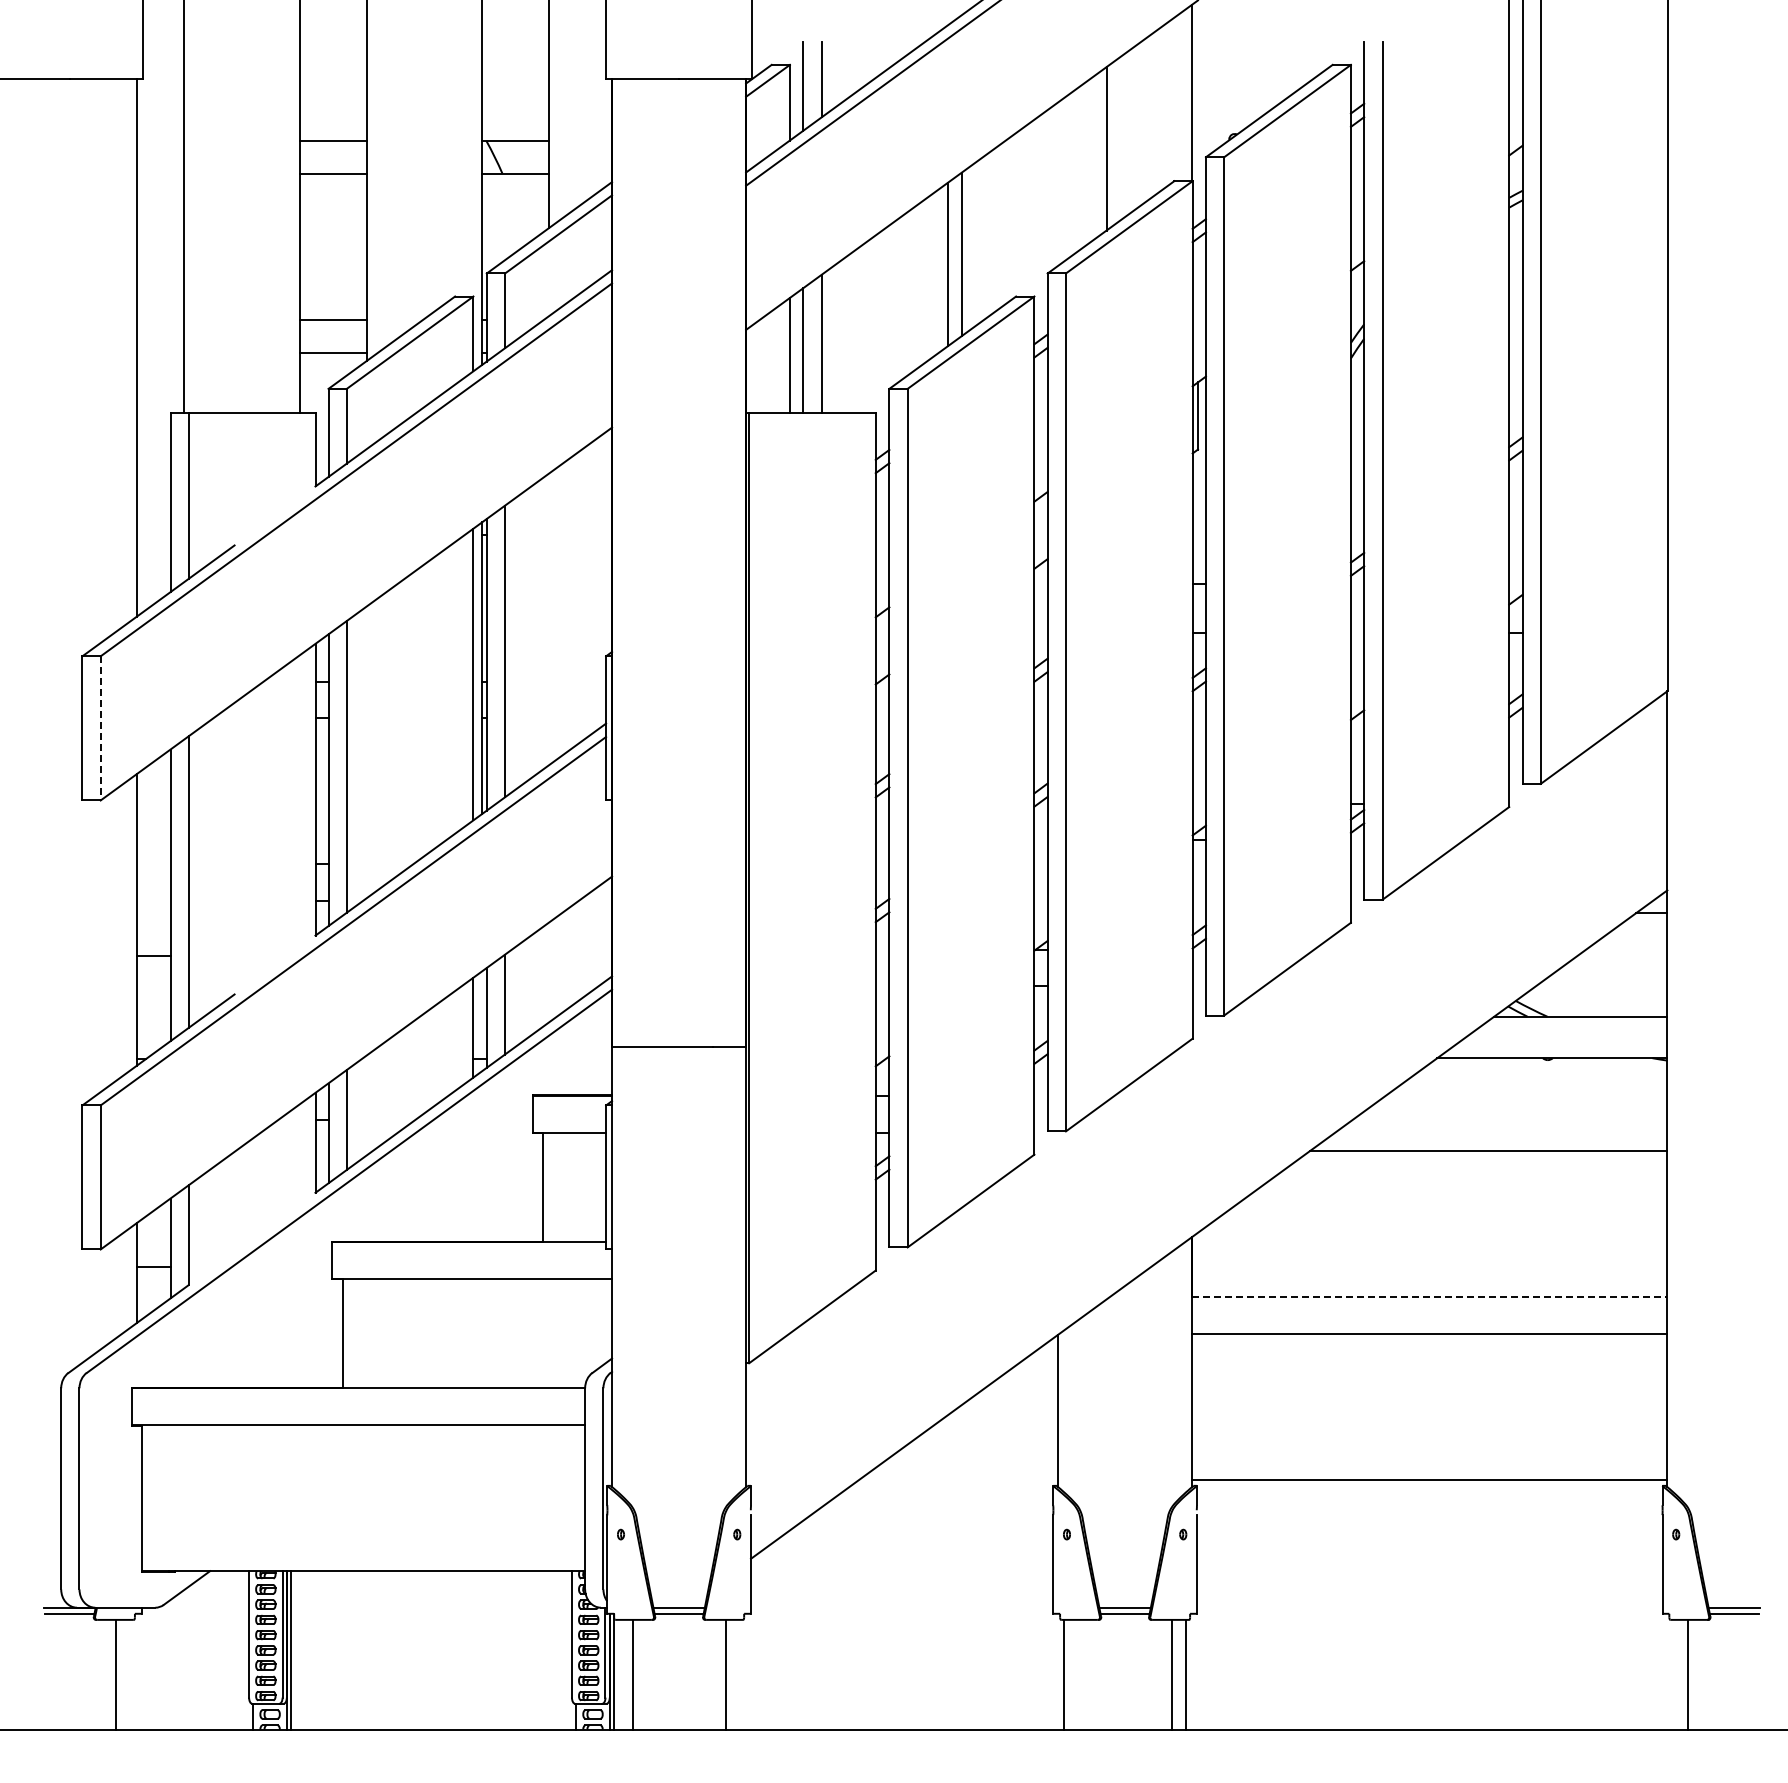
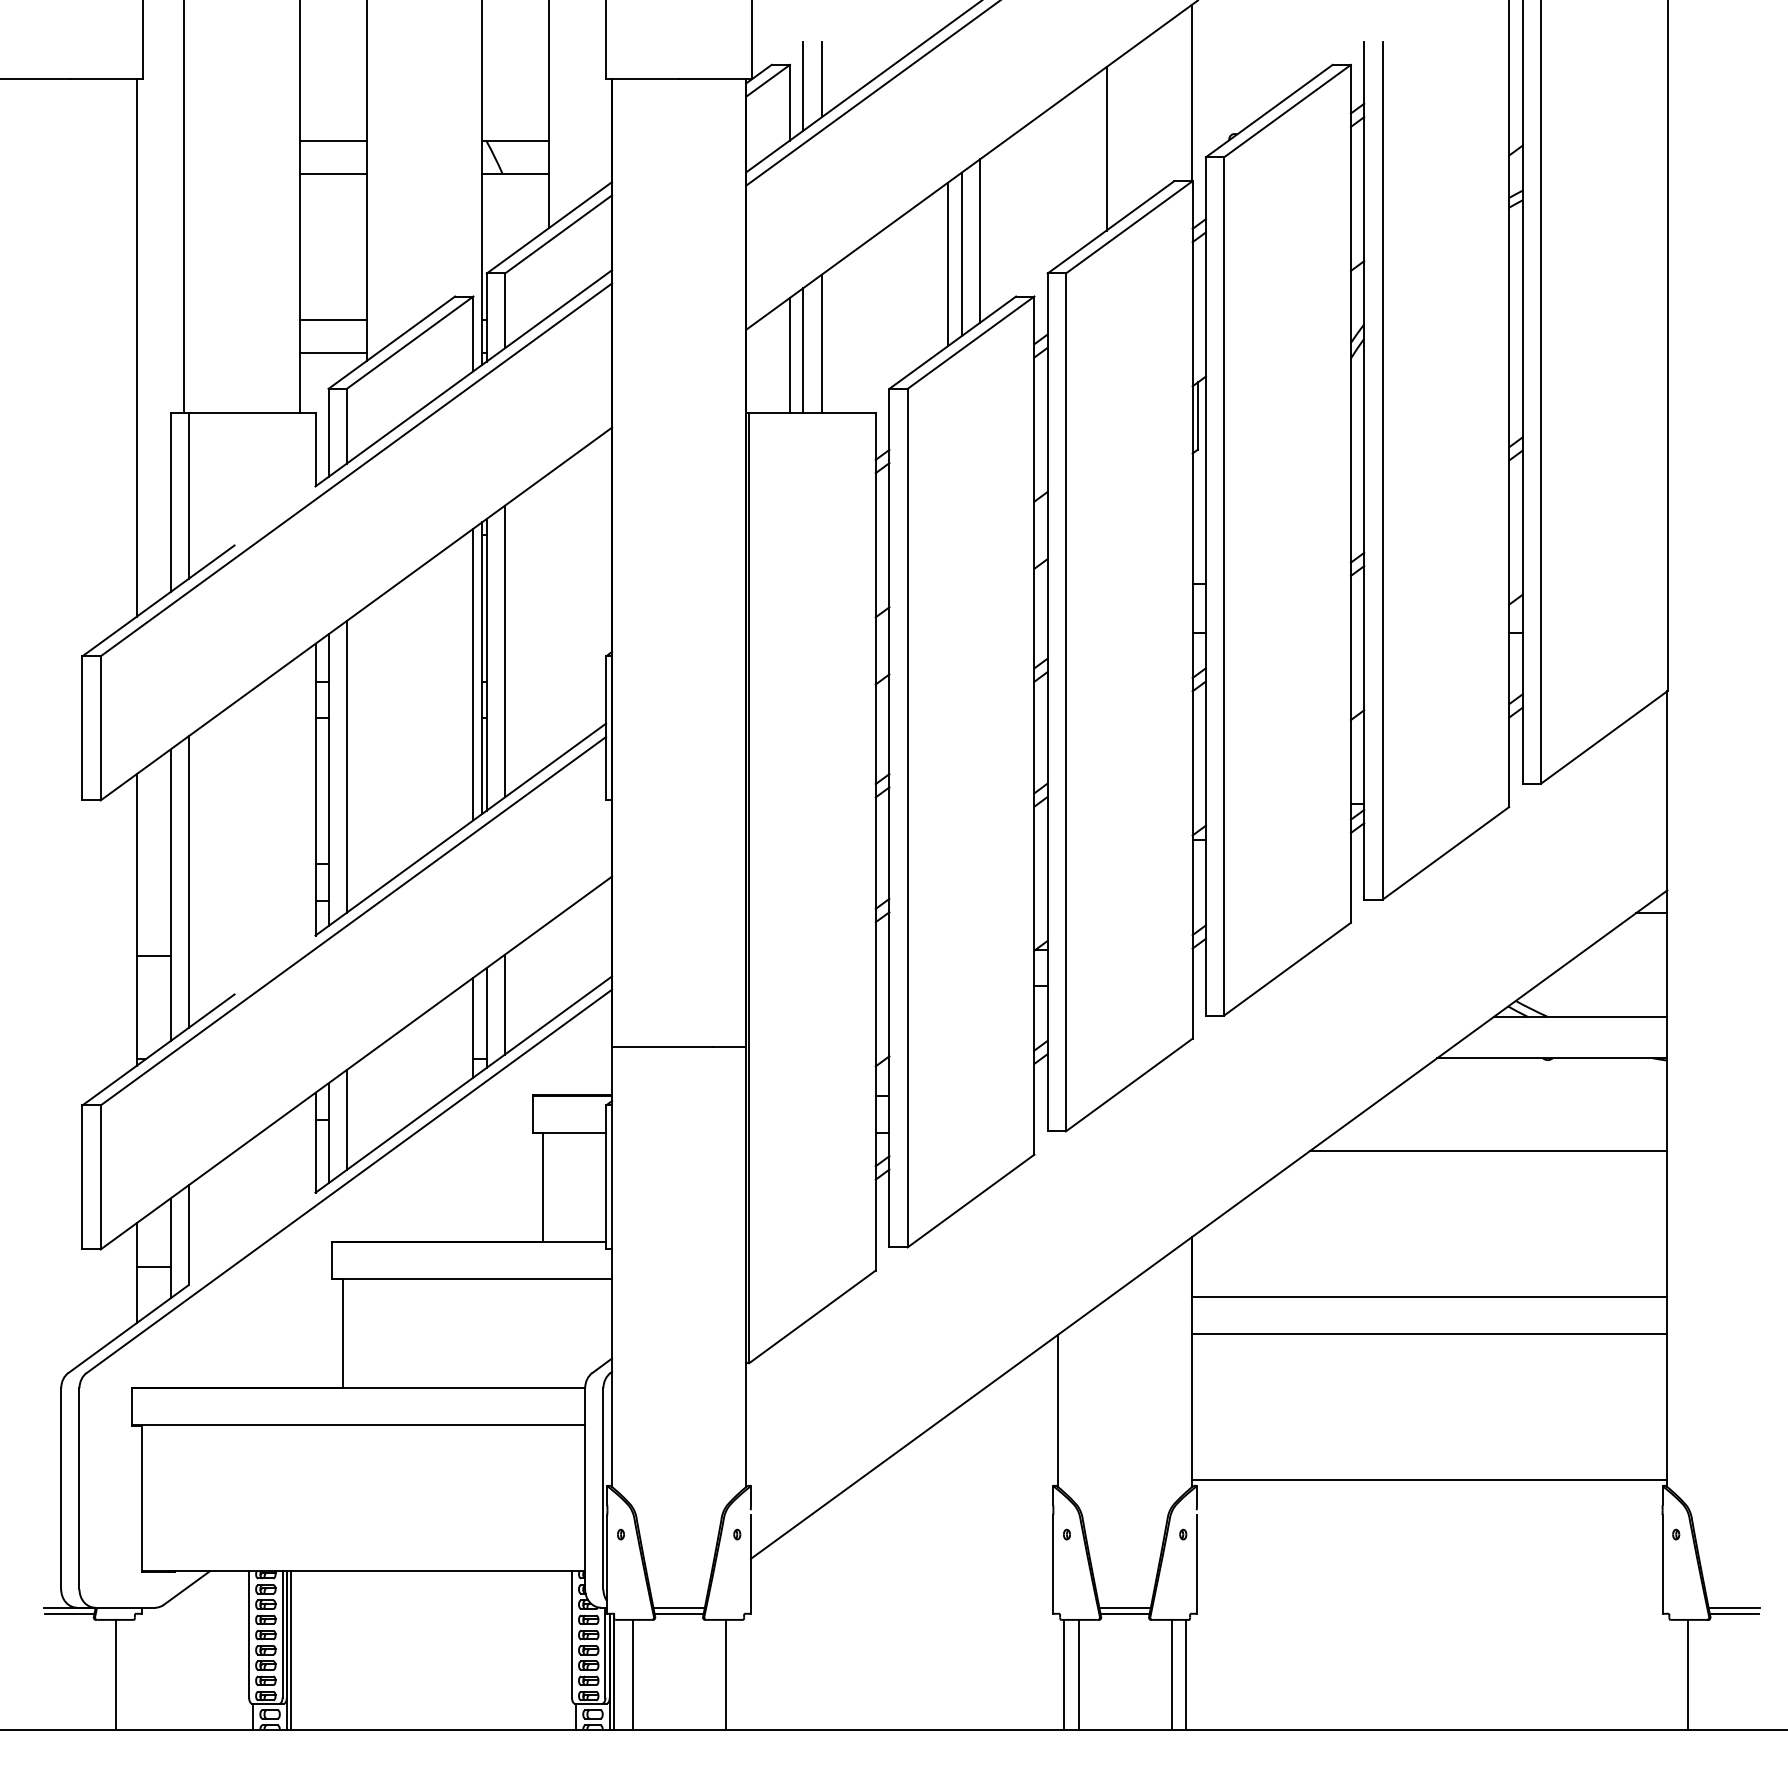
line at (979, 240): none -> present
line at (100, 728): dashed -> solid
line at (1429, 1297): dashed -> solid
line at (1078, 1674): none -> present
